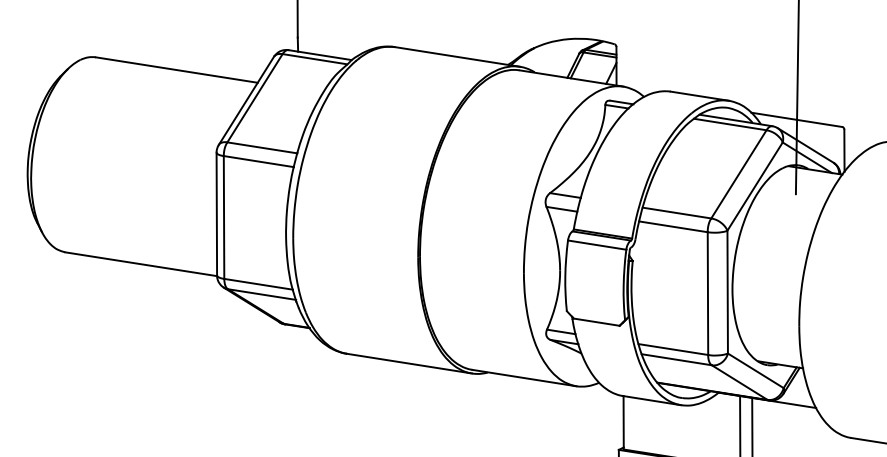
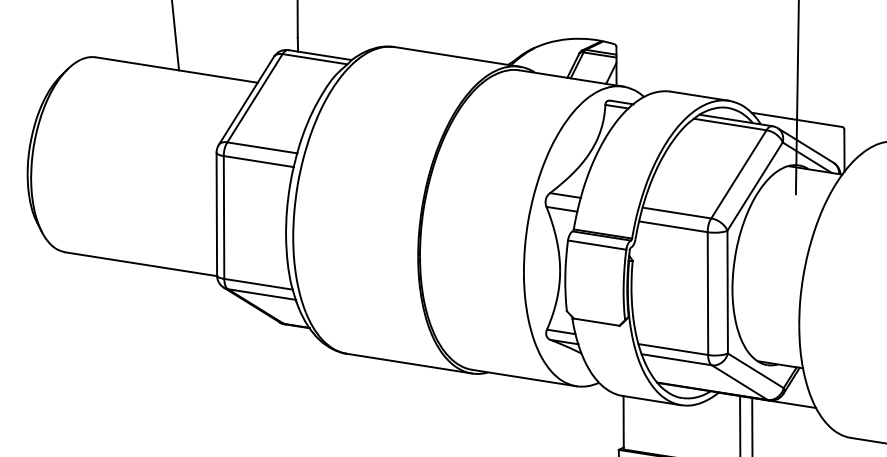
line at (175, 36): none -> present
